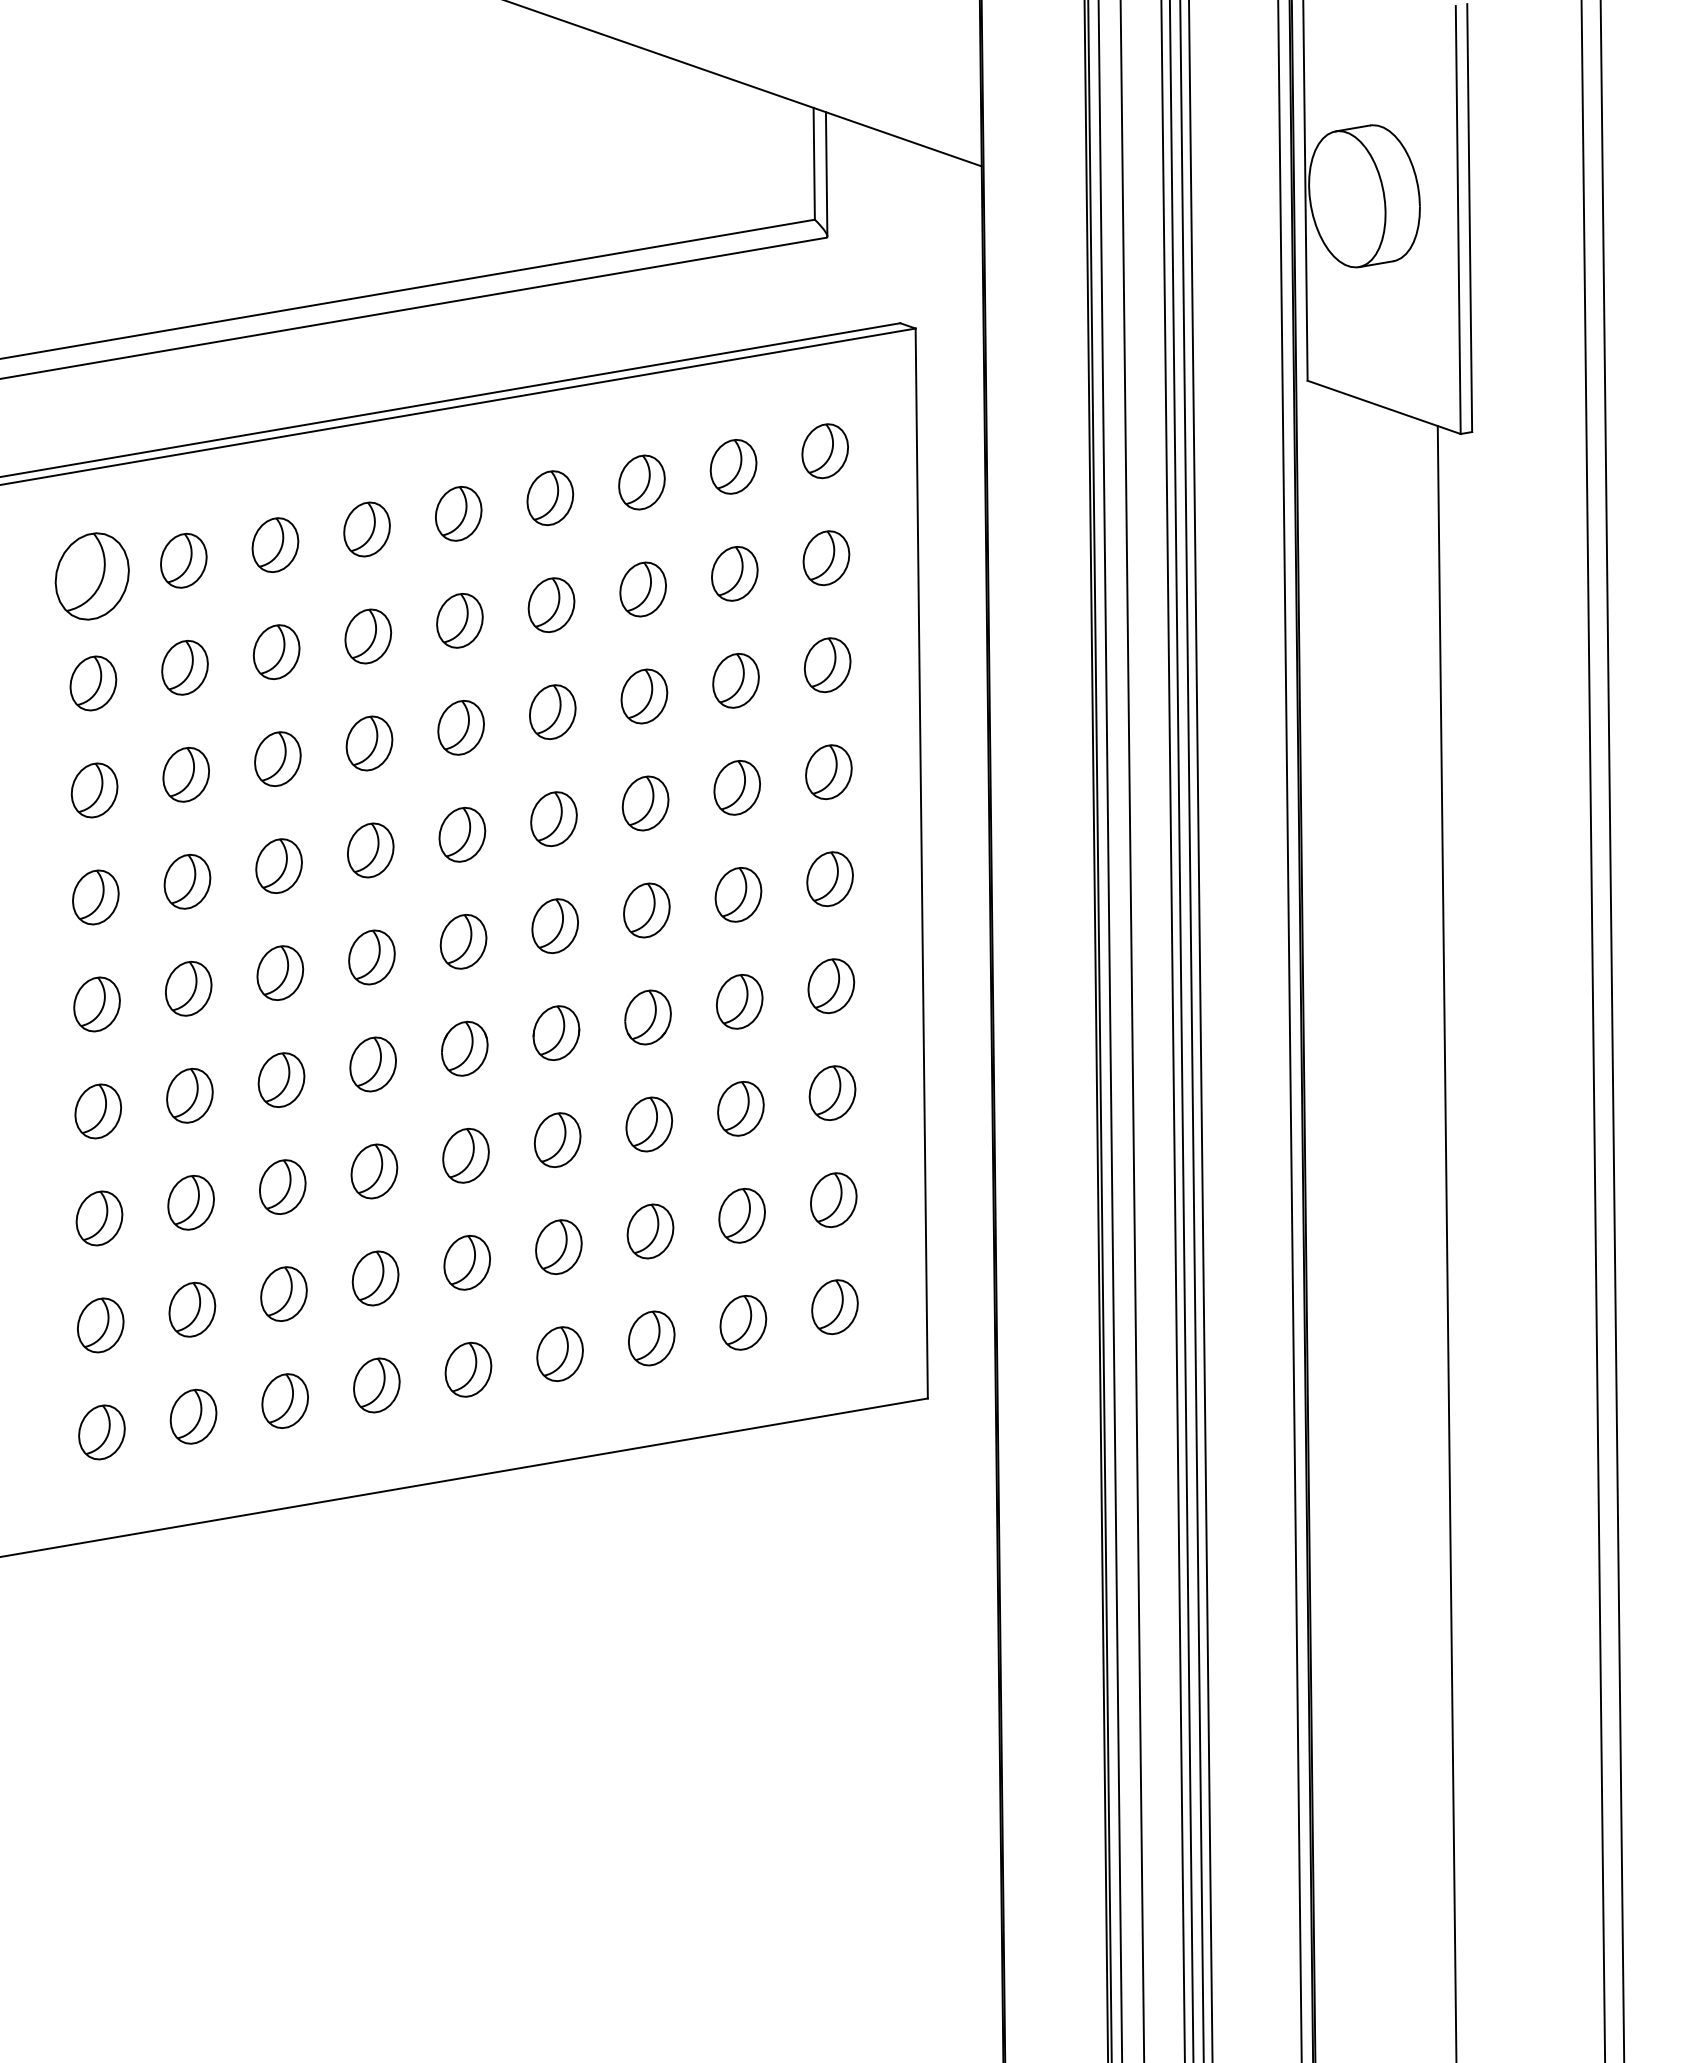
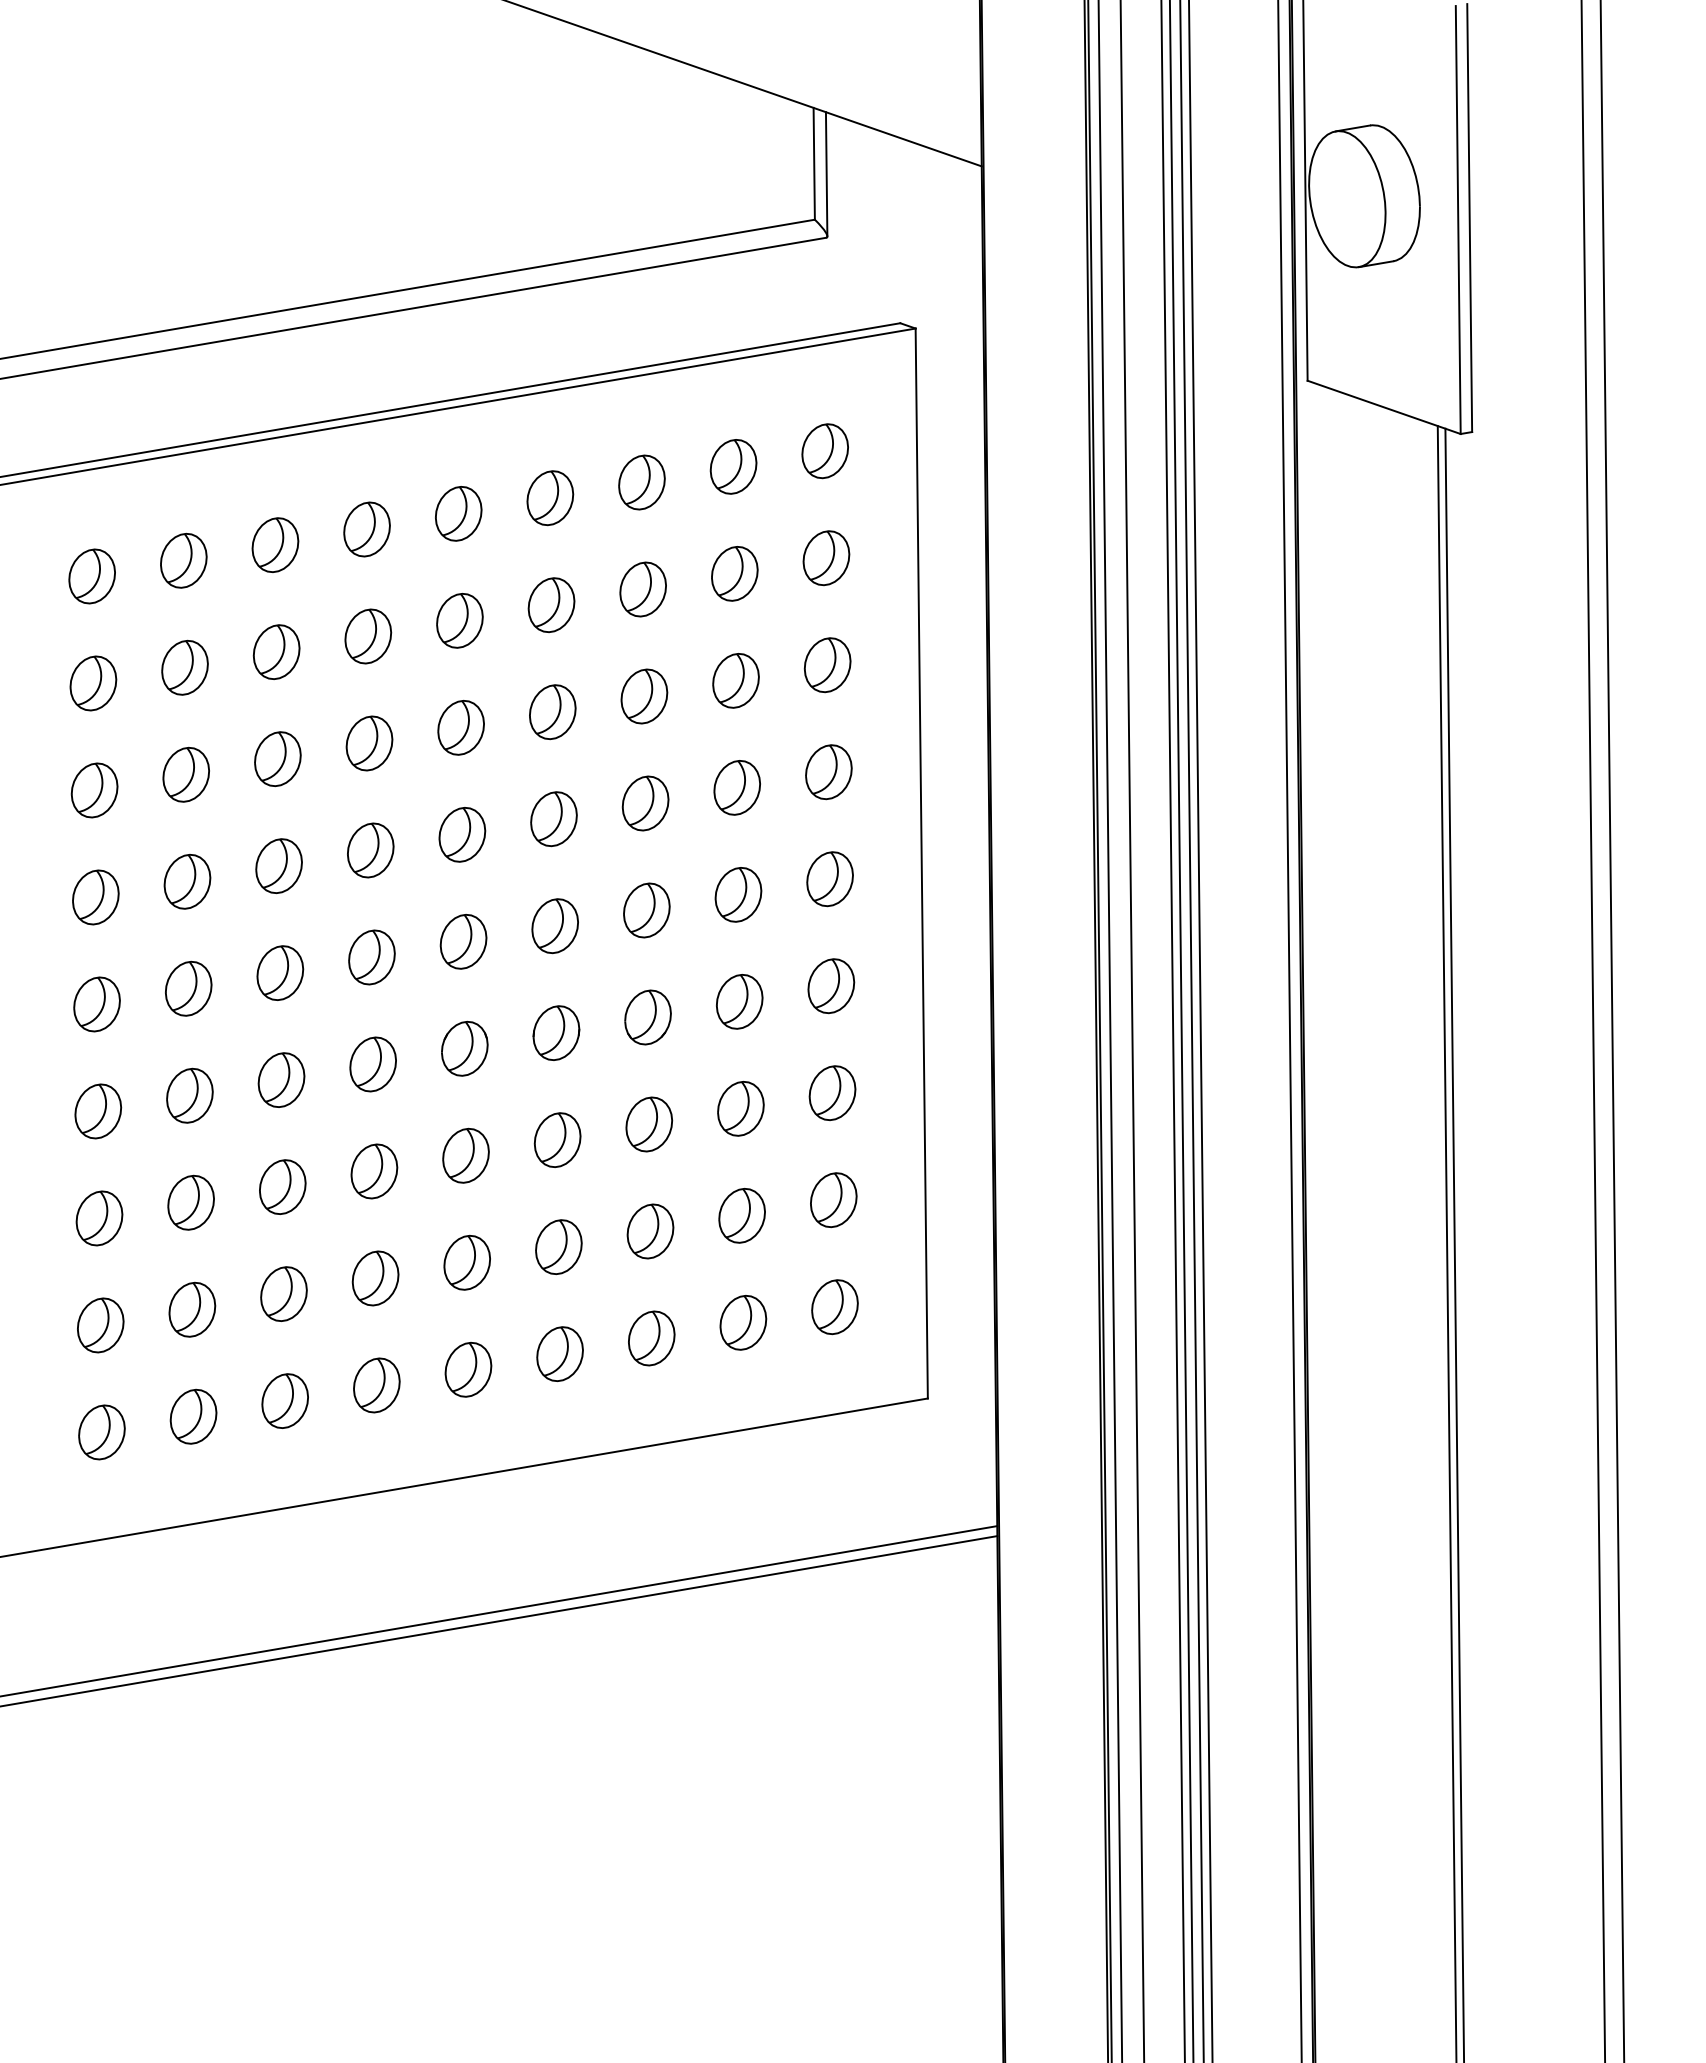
part at (91, 576) size: 76x89 px -> 48x57 px
line at (1454, 1243): none -> present
line at (499, 1611): none -> present
line at (499, 1621): none -> present
